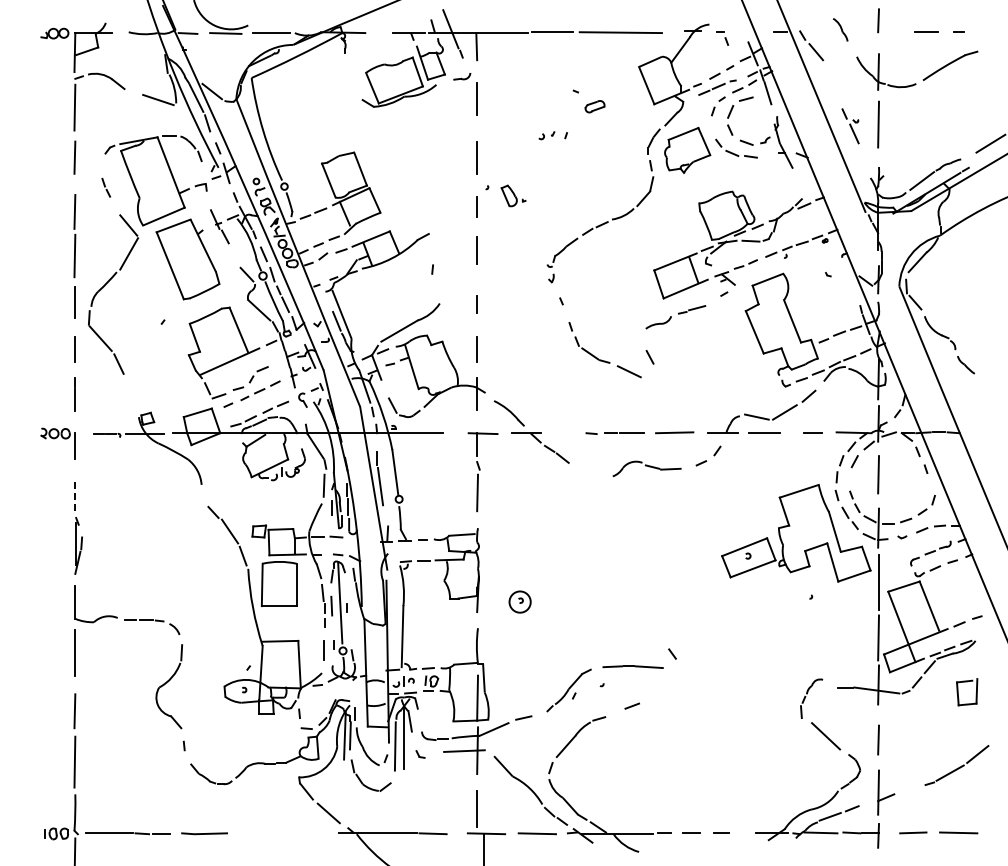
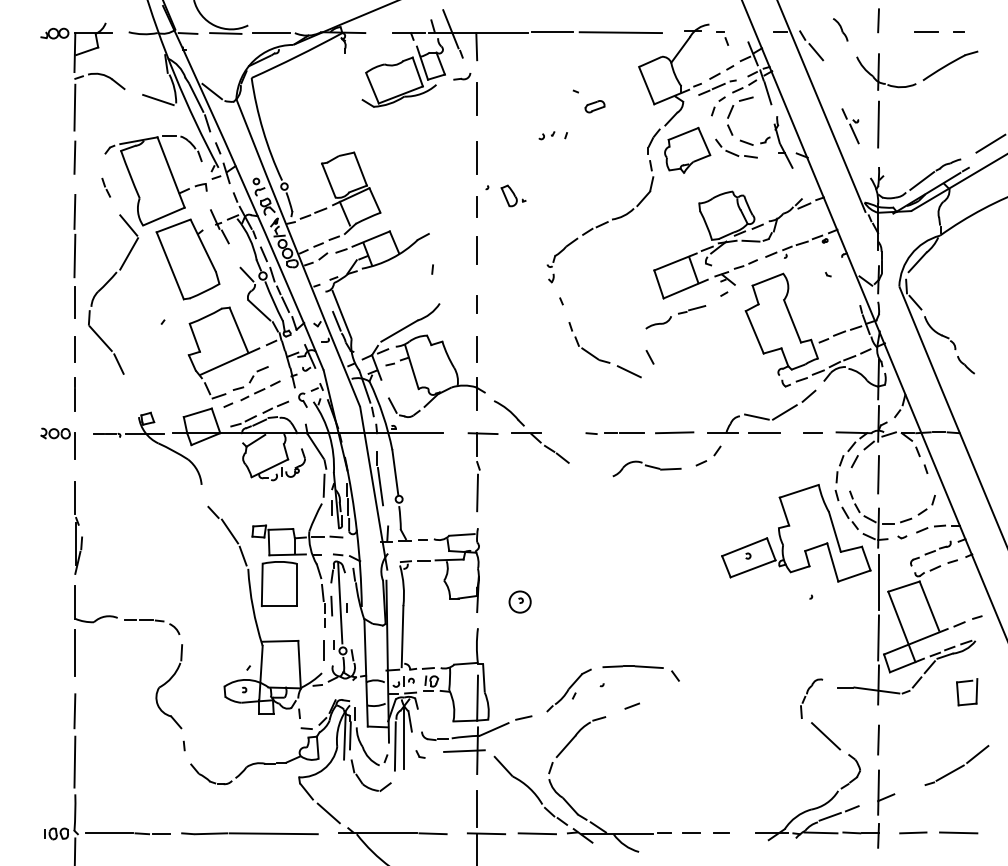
line at (75, 498): dashed -> solid
line at (672, 653) position: (672, 653) -> (675, 675)
line at (273, 833): none -> present
line at (484, 848) position: (484, 848) -> (477, 848)
